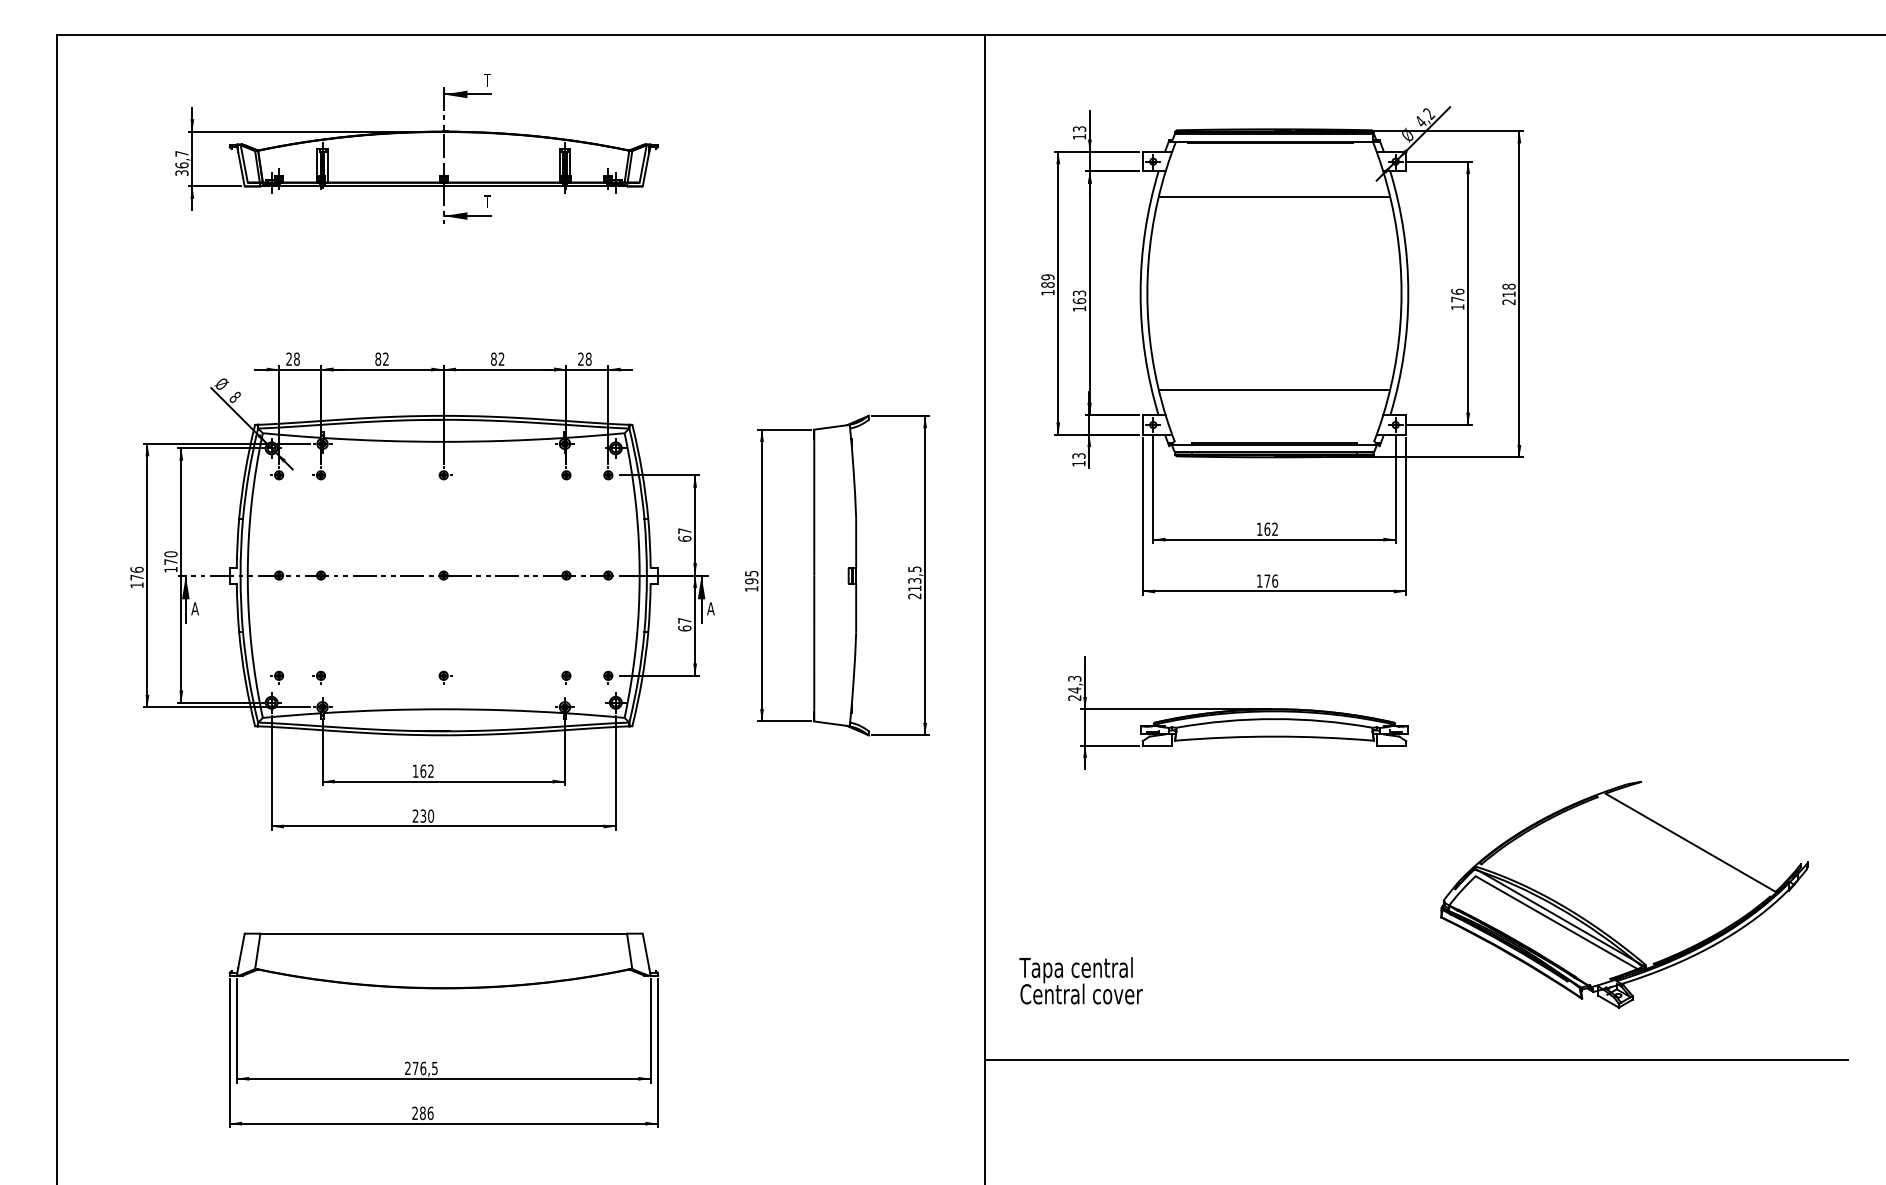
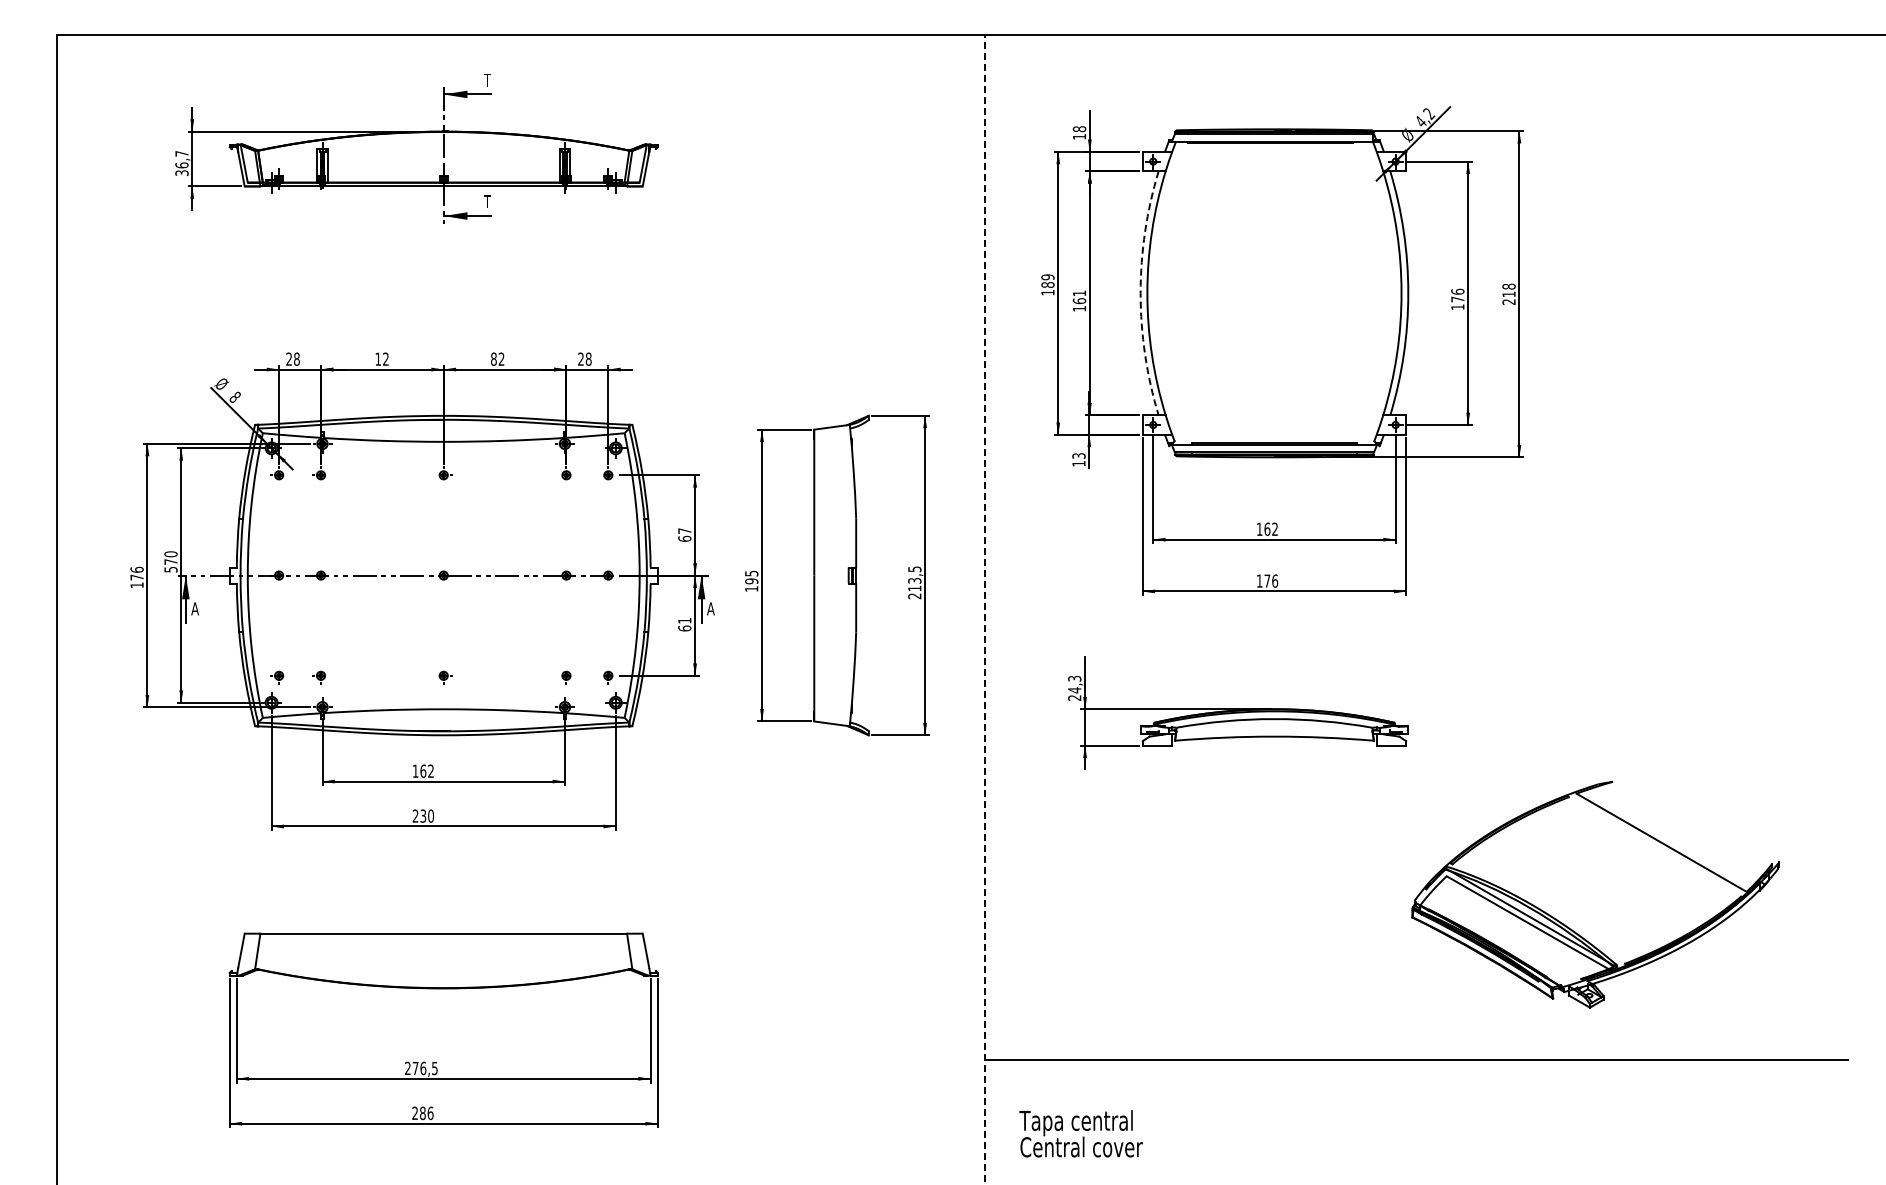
text at (1079, 129): 13 -> 18
line at (1274, 196): present -> none
text at (1079, 293): 163 -> 161
arc at (1140, 293): solid -> dashed
text at (378, 358): 82 -> 12
line at (1274, 389): present -> none
text at (170, 569): 170 -> 570
line at (984, 609): solid -> dashed
text at (684, 620): 67 -> 61
part at (1624, 894) position: (1624, 894) -> (1595, 894)
text at (1080, 980) position: (1080, 980) -> (1080, 1133)
